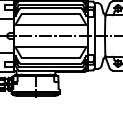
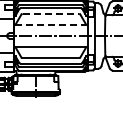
line at (51, 13): solid -> dashed
line at (51, 24): solid -> dashed
